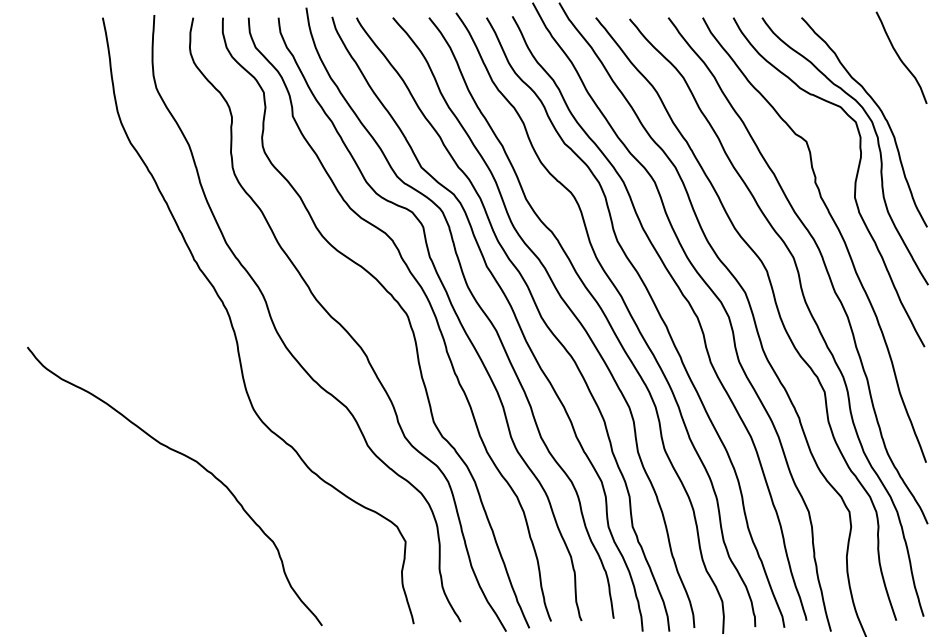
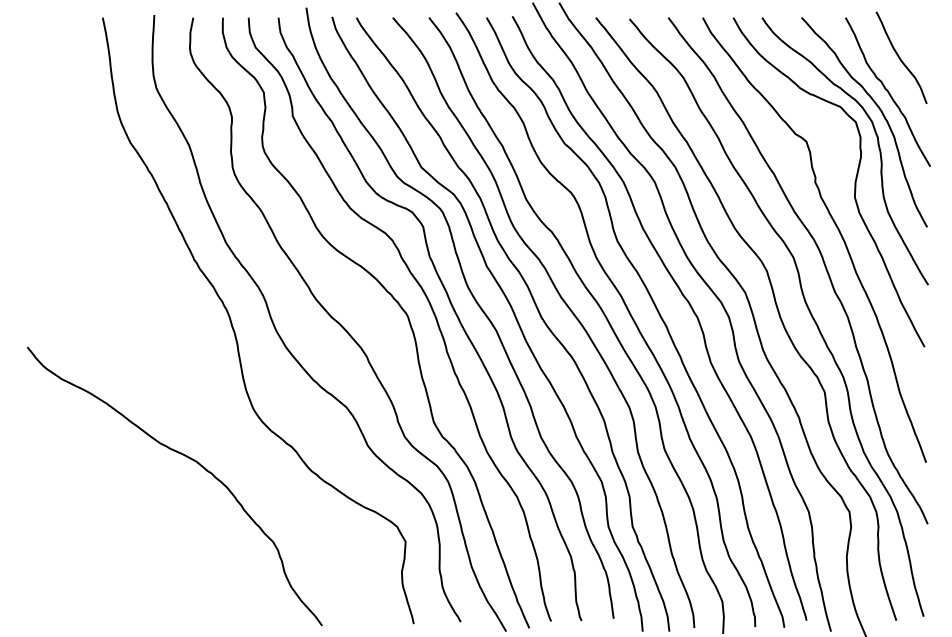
curve at (887, 91): none -> present
